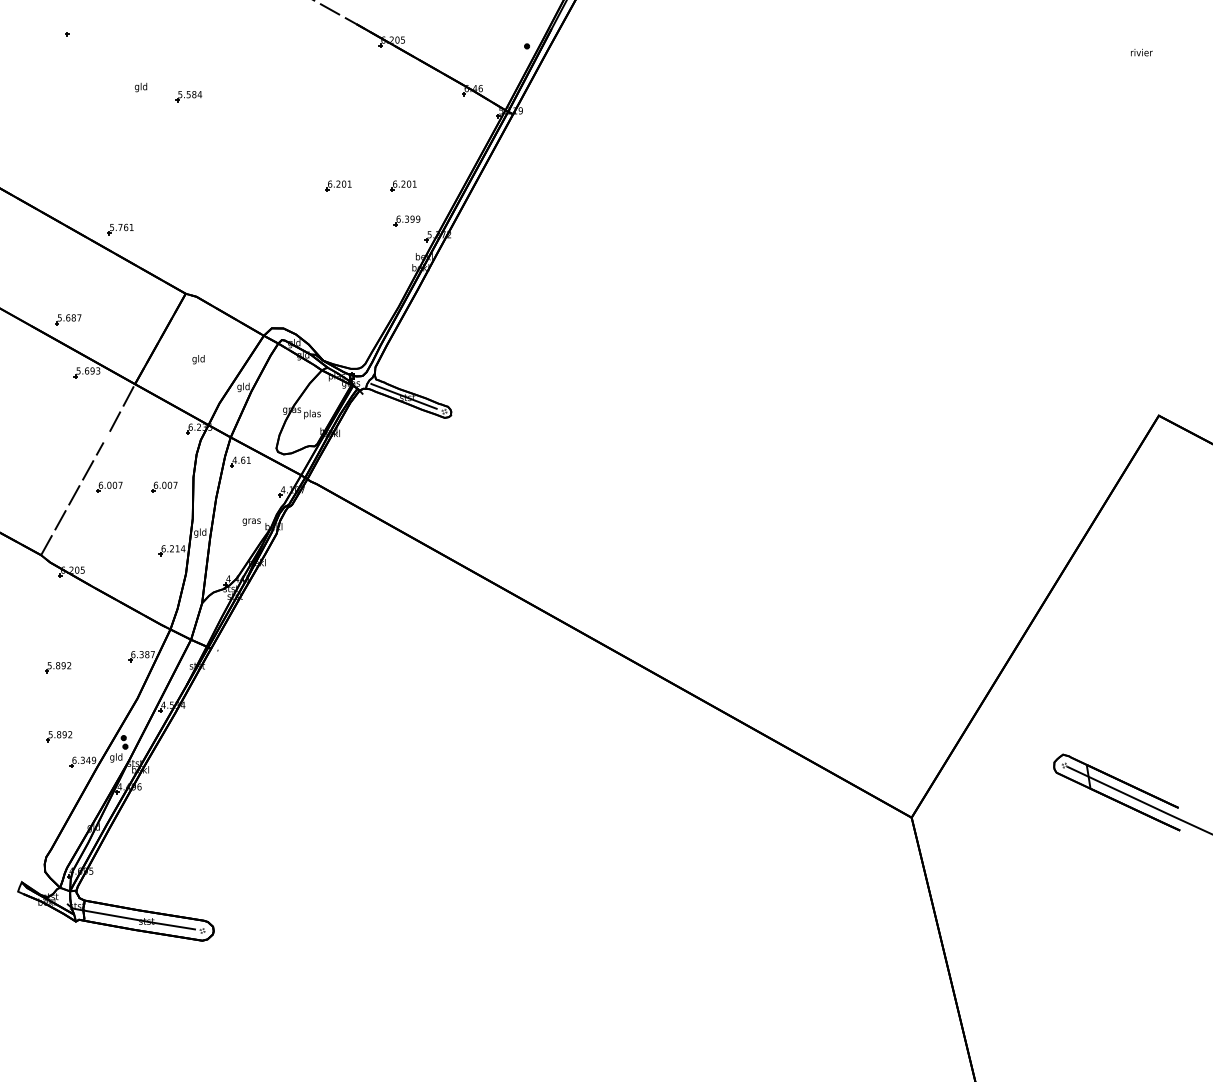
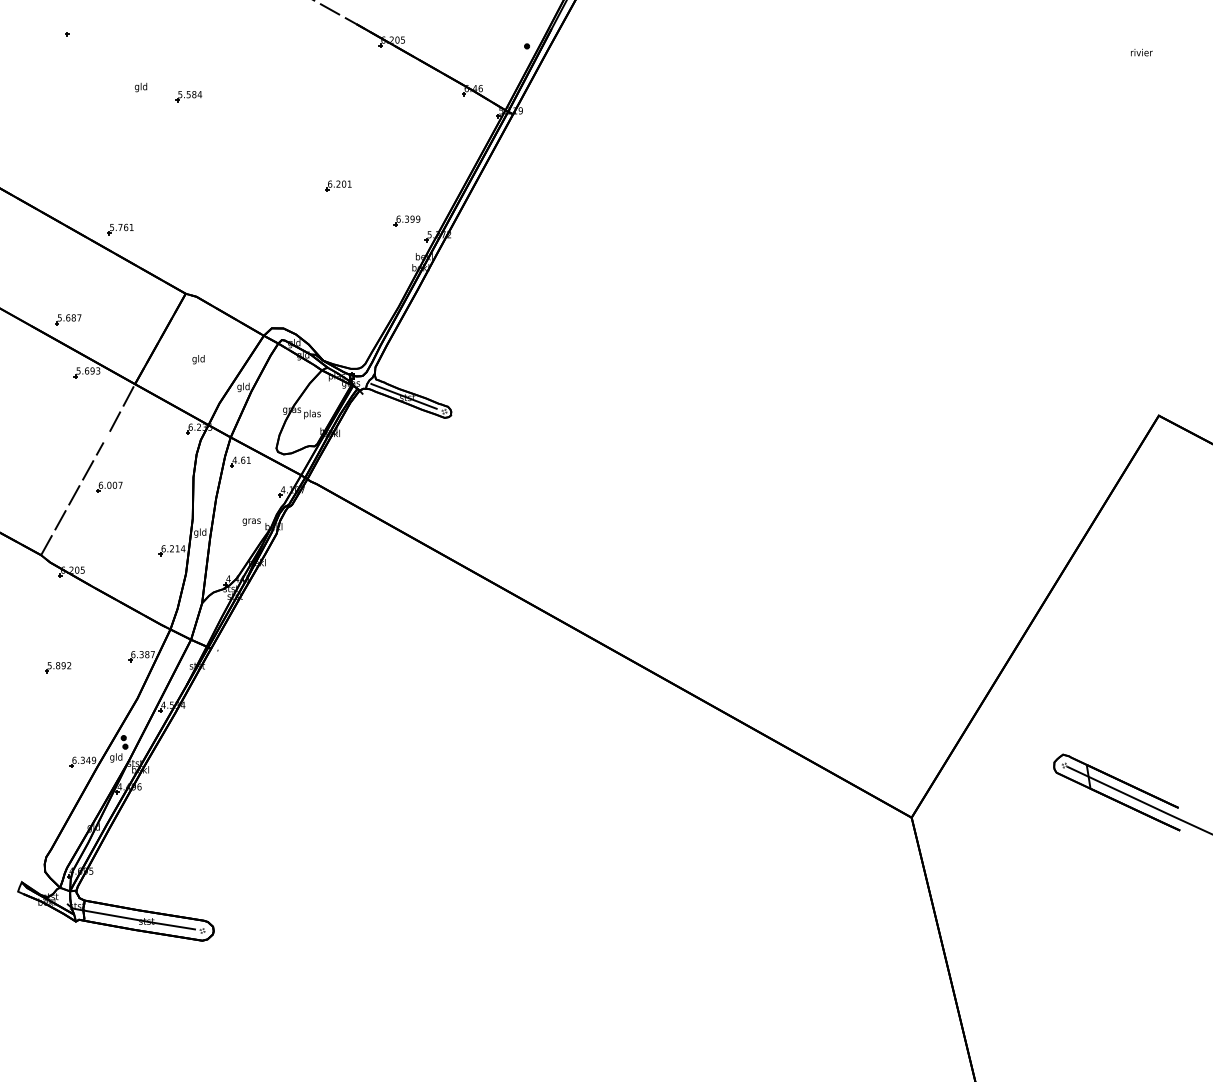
part at (403, 185): present -> none
part at (164, 486): present -> none
part at (59, 736): present -> none
